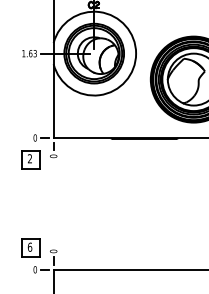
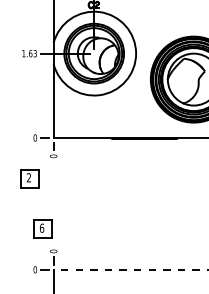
part at (30, 159) position: (30, 159) -> (29, 178)
part at (30, 247) position: (30, 247) -> (42, 228)
line at (130, 269): solid -> dashed
